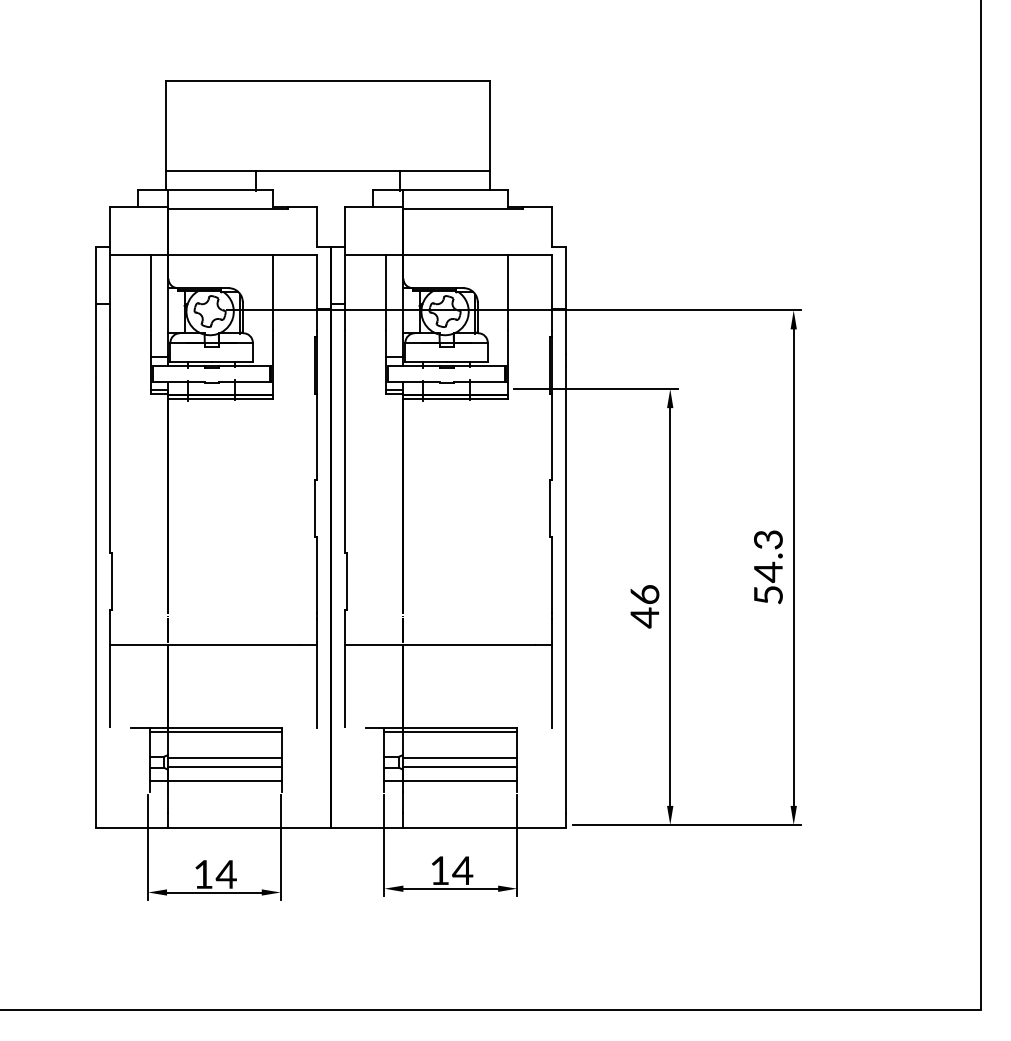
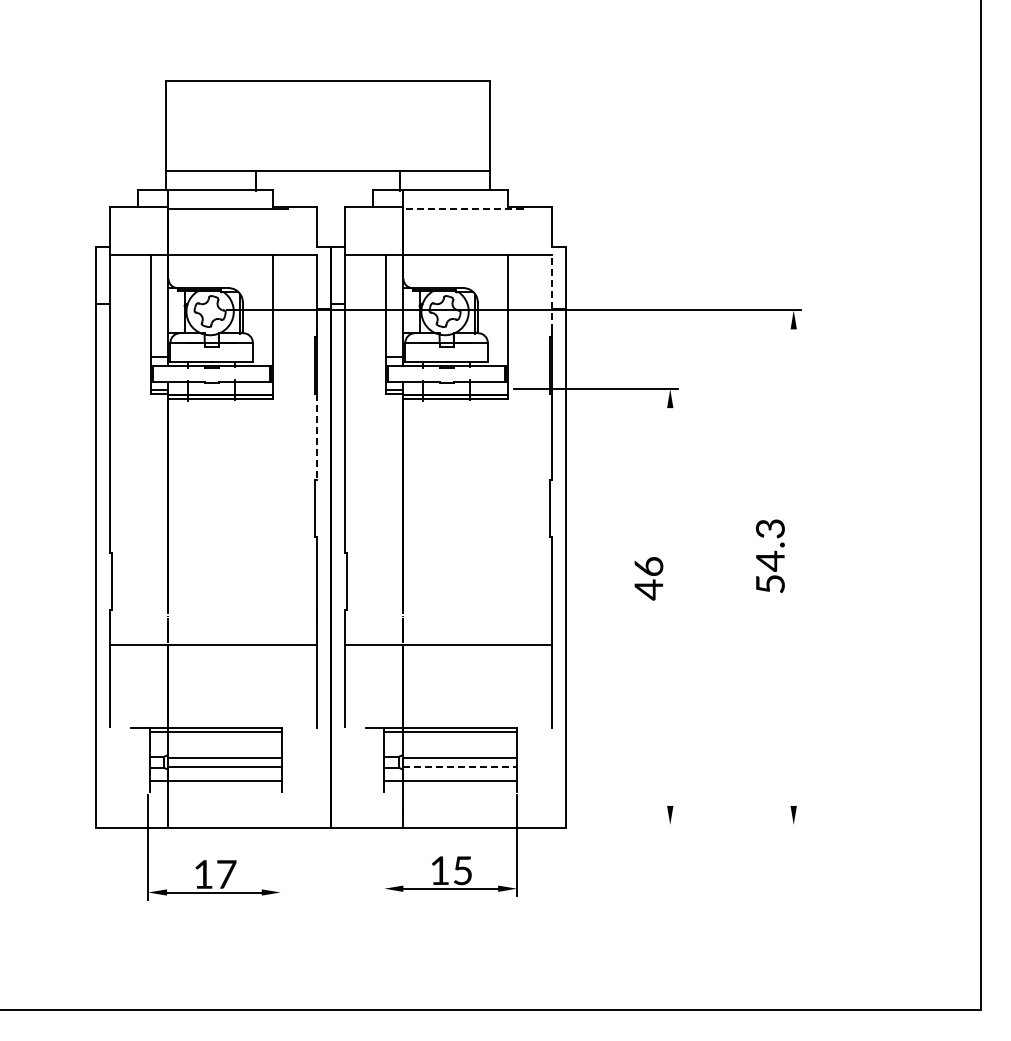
line at (463, 209): solid -> dashed
line at (551, 292): solid -> dashed
line at (316, 436): solid -> dashed
text at (768, 567) position: (768, 567) -> (770, 556)
line at (793, 567): present -> none
text at (644, 606) position: (644, 606) -> (648, 578)
line at (670, 606): present -> none
line at (460, 766): solid -> dashed
line at (687, 824): present -> none
line at (384, 845): present -> none
line at (280, 847): present -> none
text at (462, 870): 14 -> 15
text at (225, 874): 14 -> 17
